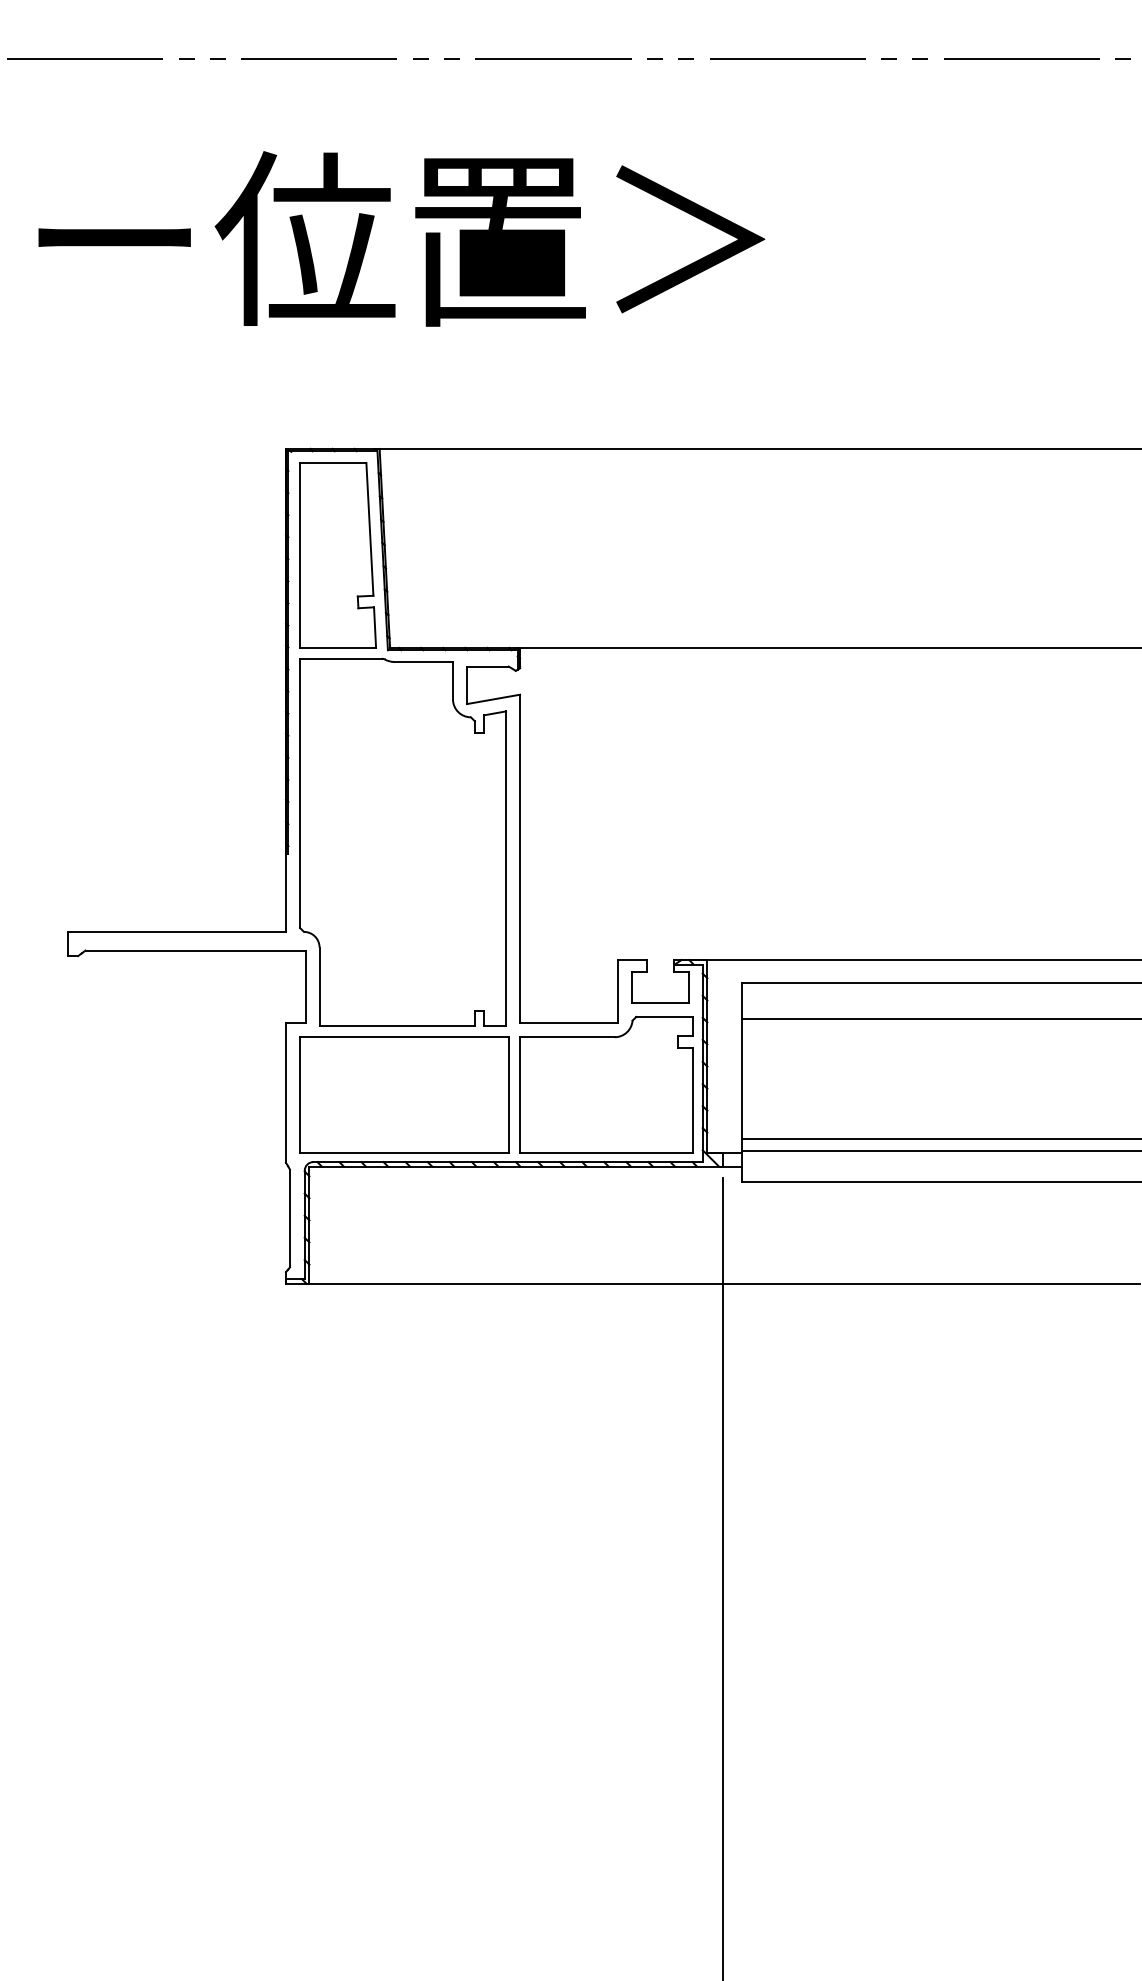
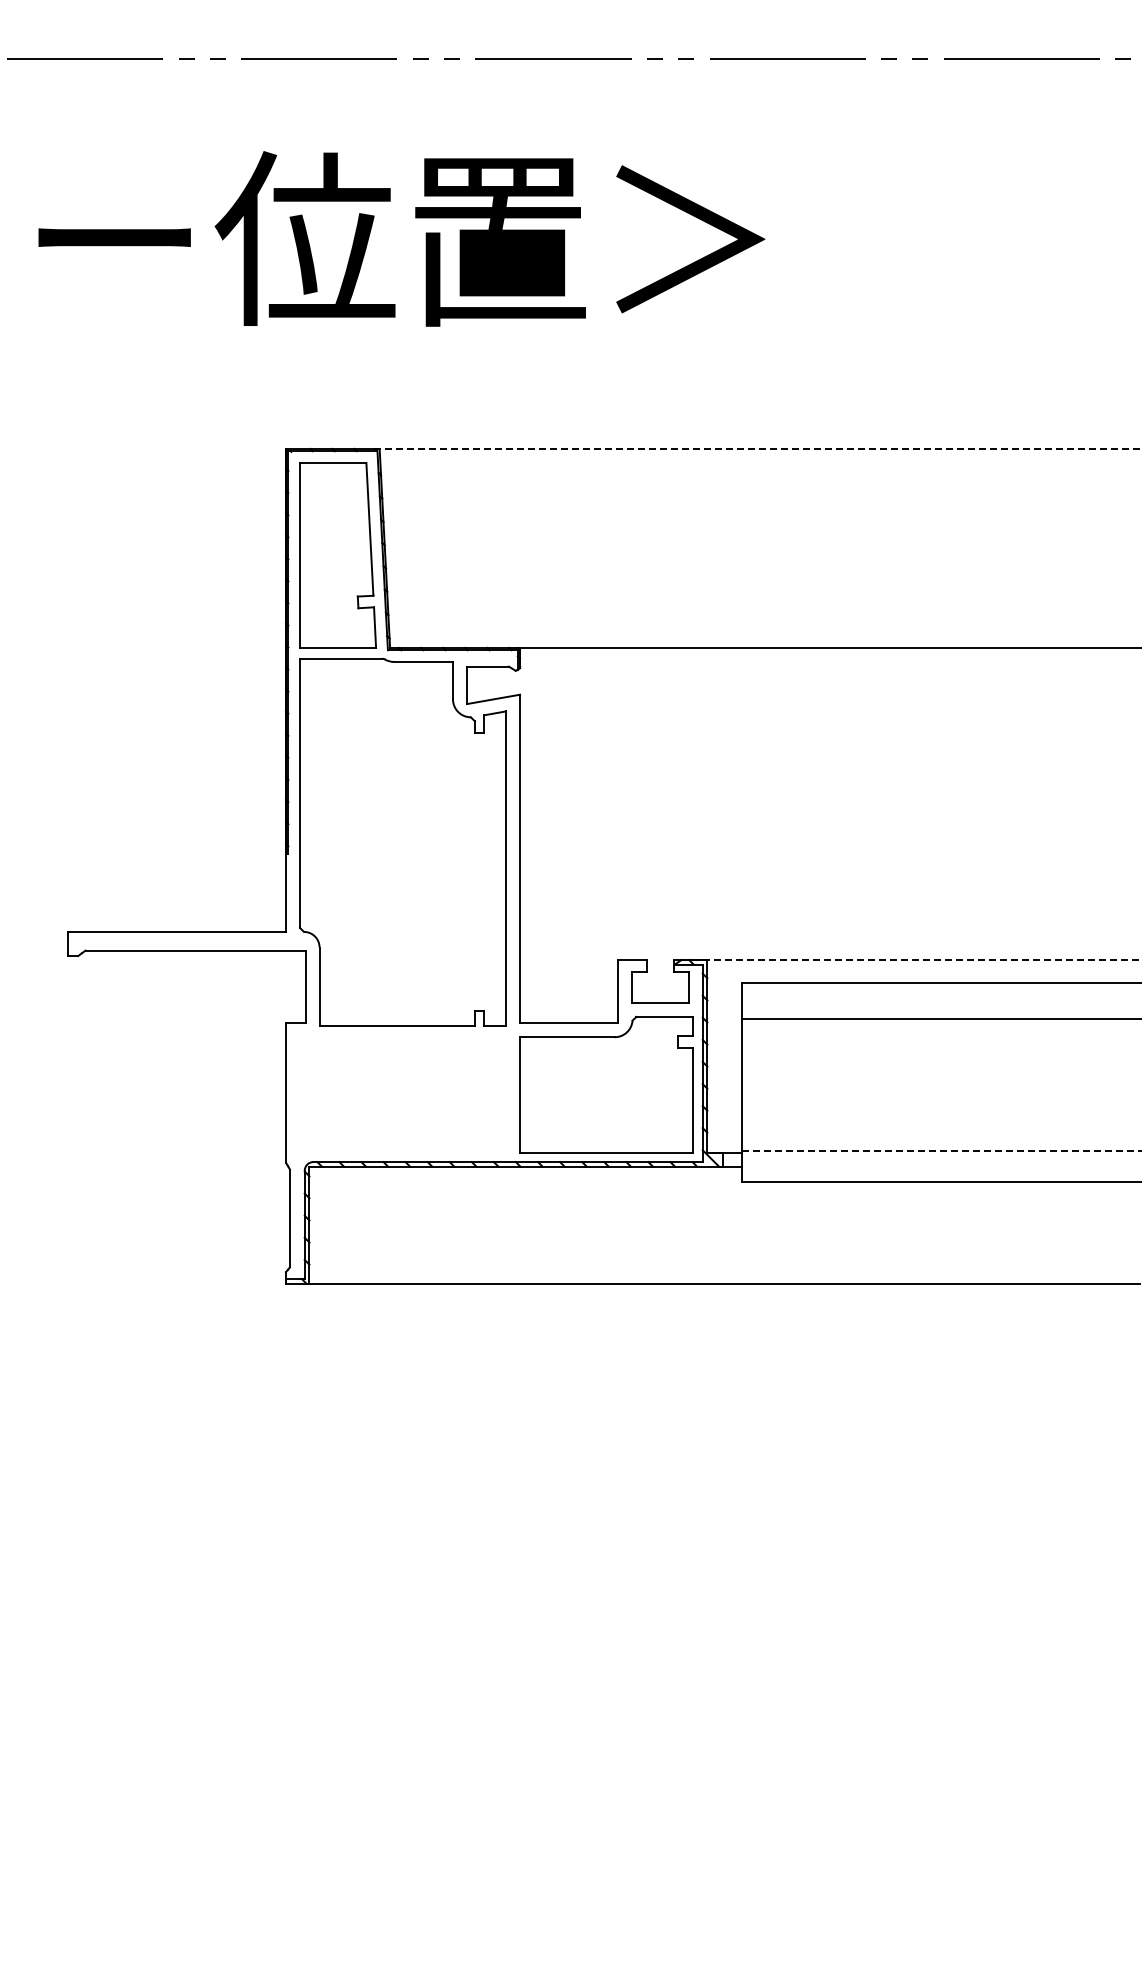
line at (758, 448): solid -> dashed
line at (922, 960): solid -> dashed
part at (404, 1094): present -> none
line at (940, 1139): present -> none
line at (942, 1151): solid -> dashed
line at (722, 1577): present -> none
